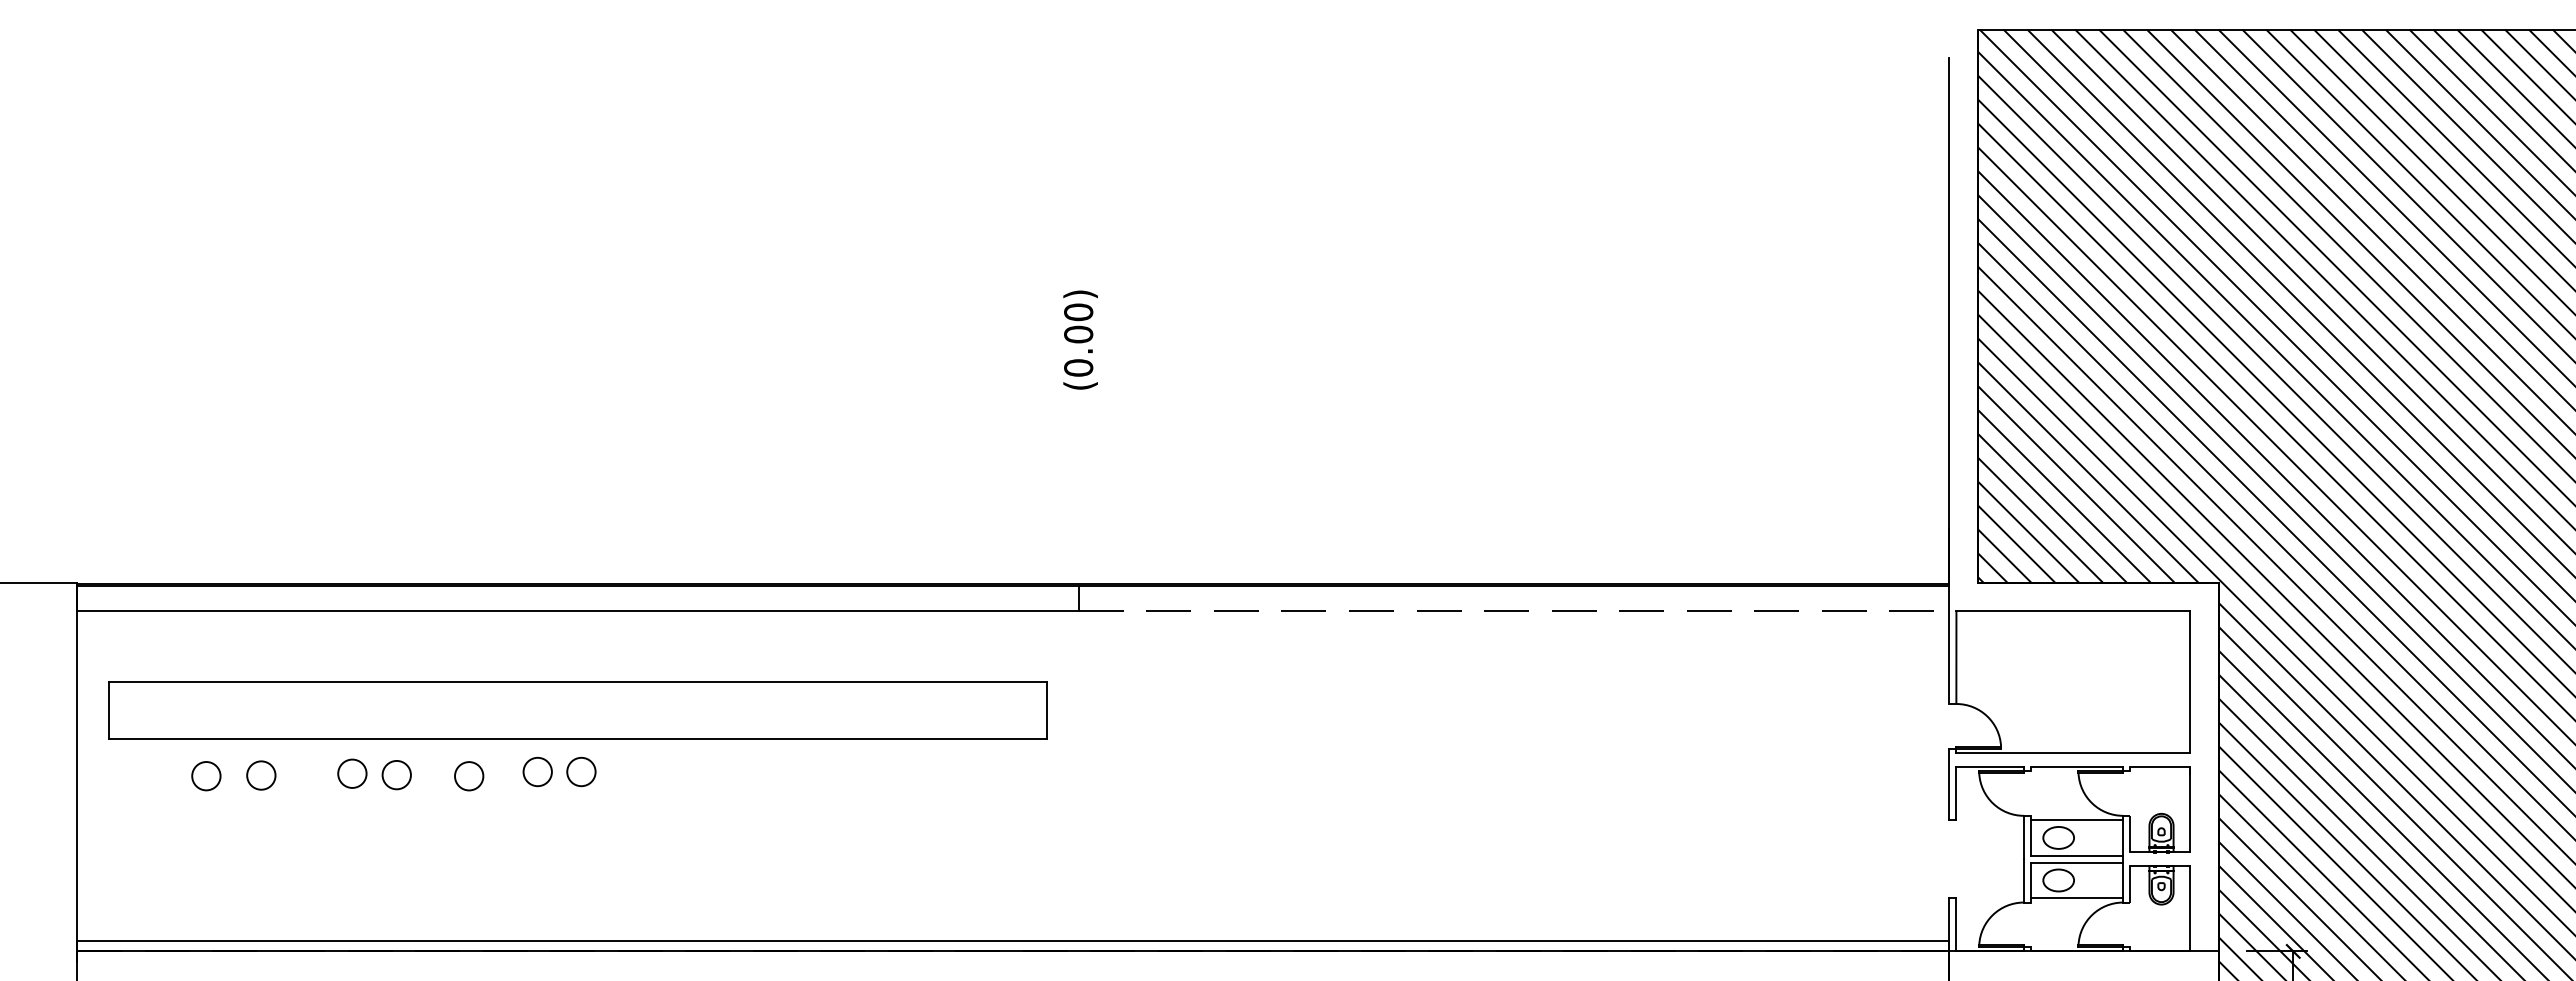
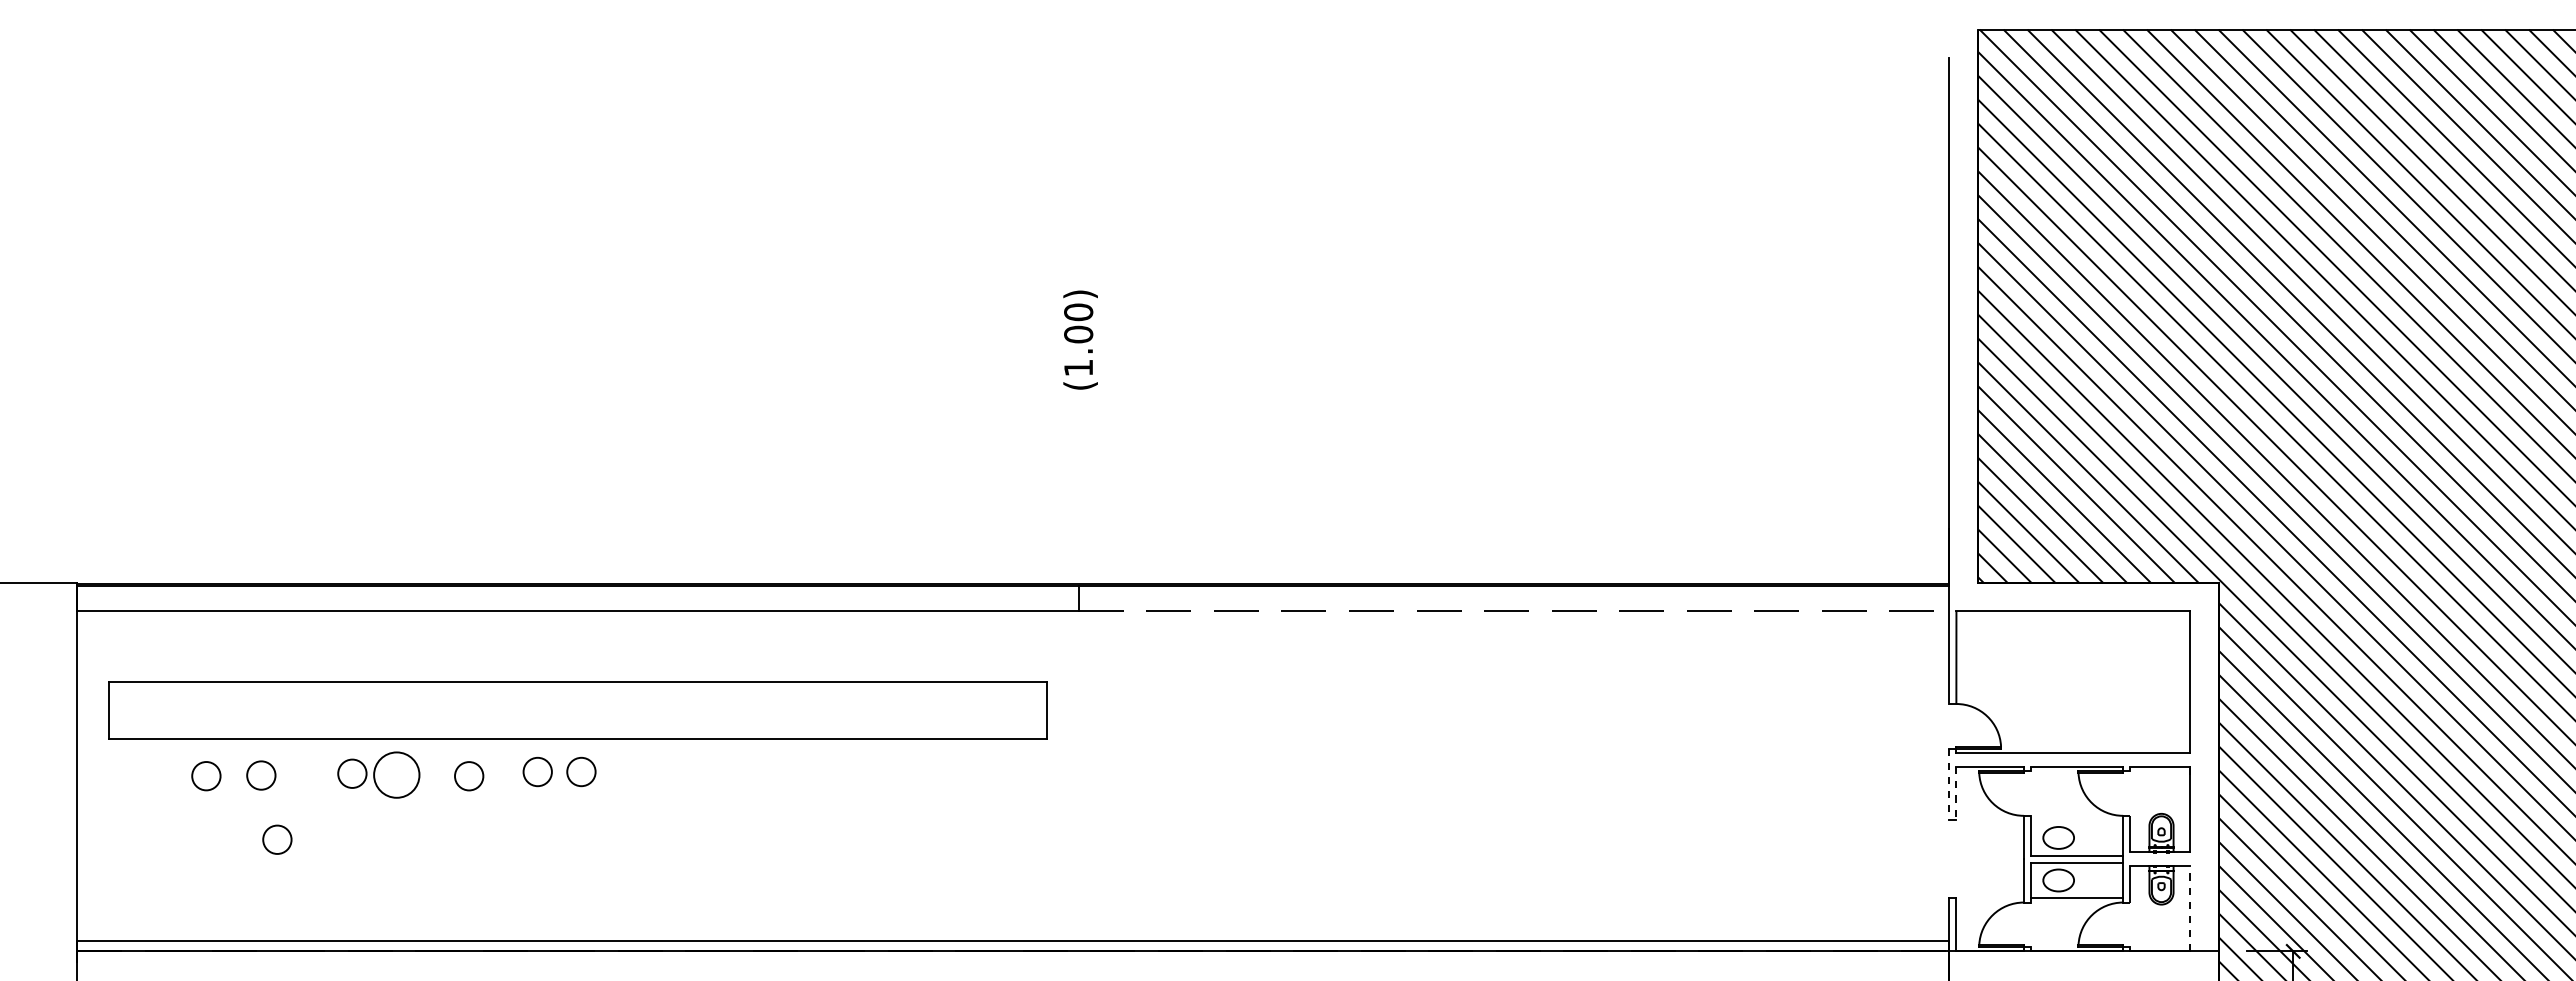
text at (1078, 367): (0.00) -> (1.00)
circle at (396, 774) diameter: 28 px -> 45 px
line at (1949, 784): solid -> dashed
line at (1956, 793): solid -> dashed
line at (2076, 820): present -> none
circle at (277, 839): none -> present
line at (2190, 908): solid -> dashed
